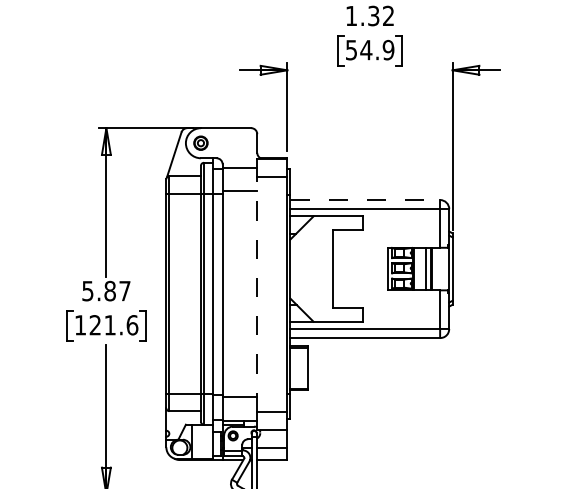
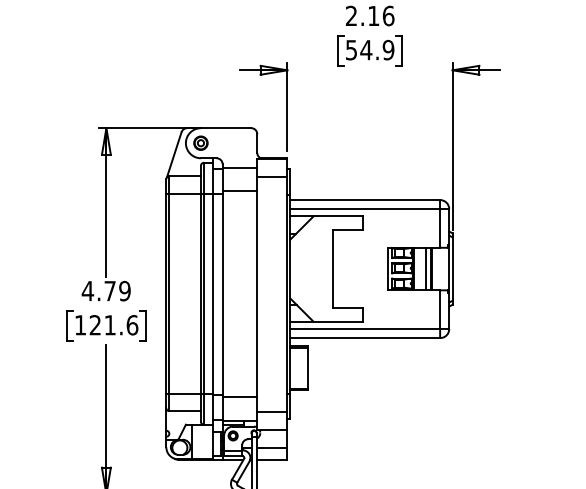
text at (370, 15): 1.32 -> 2.16
line at (365, 200): dashed -> solid
text at (105, 290): 5.87 -> 4.79
line at (257, 293): dashed -> solid
